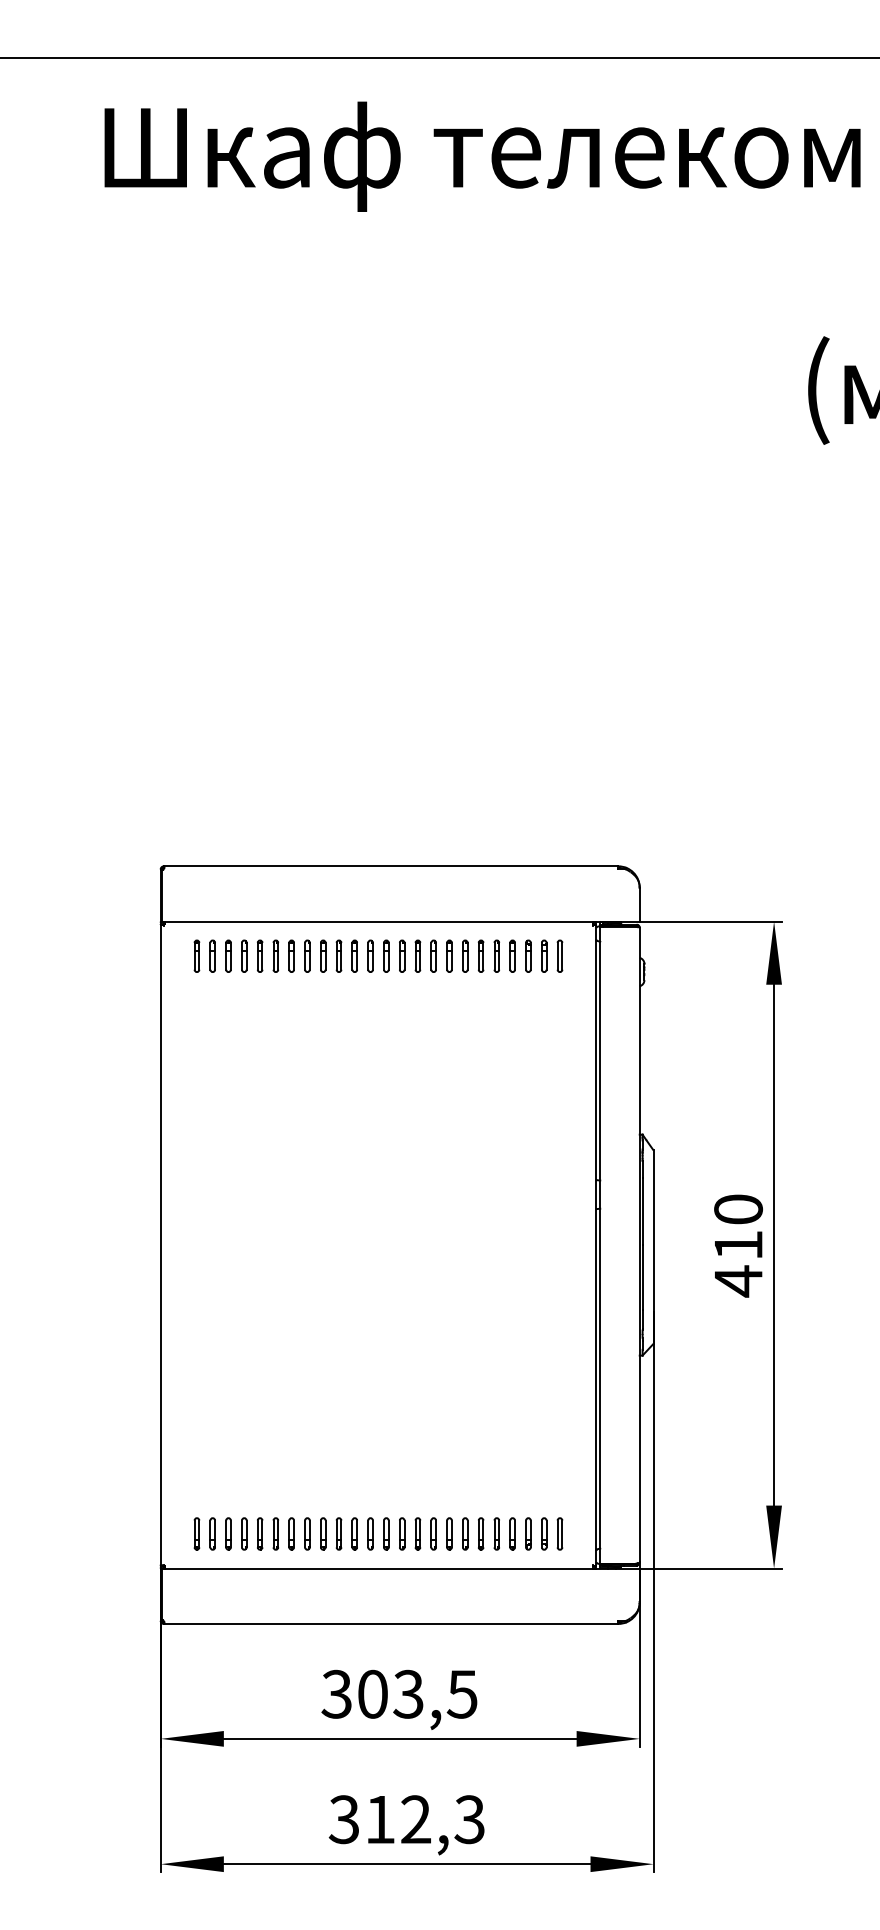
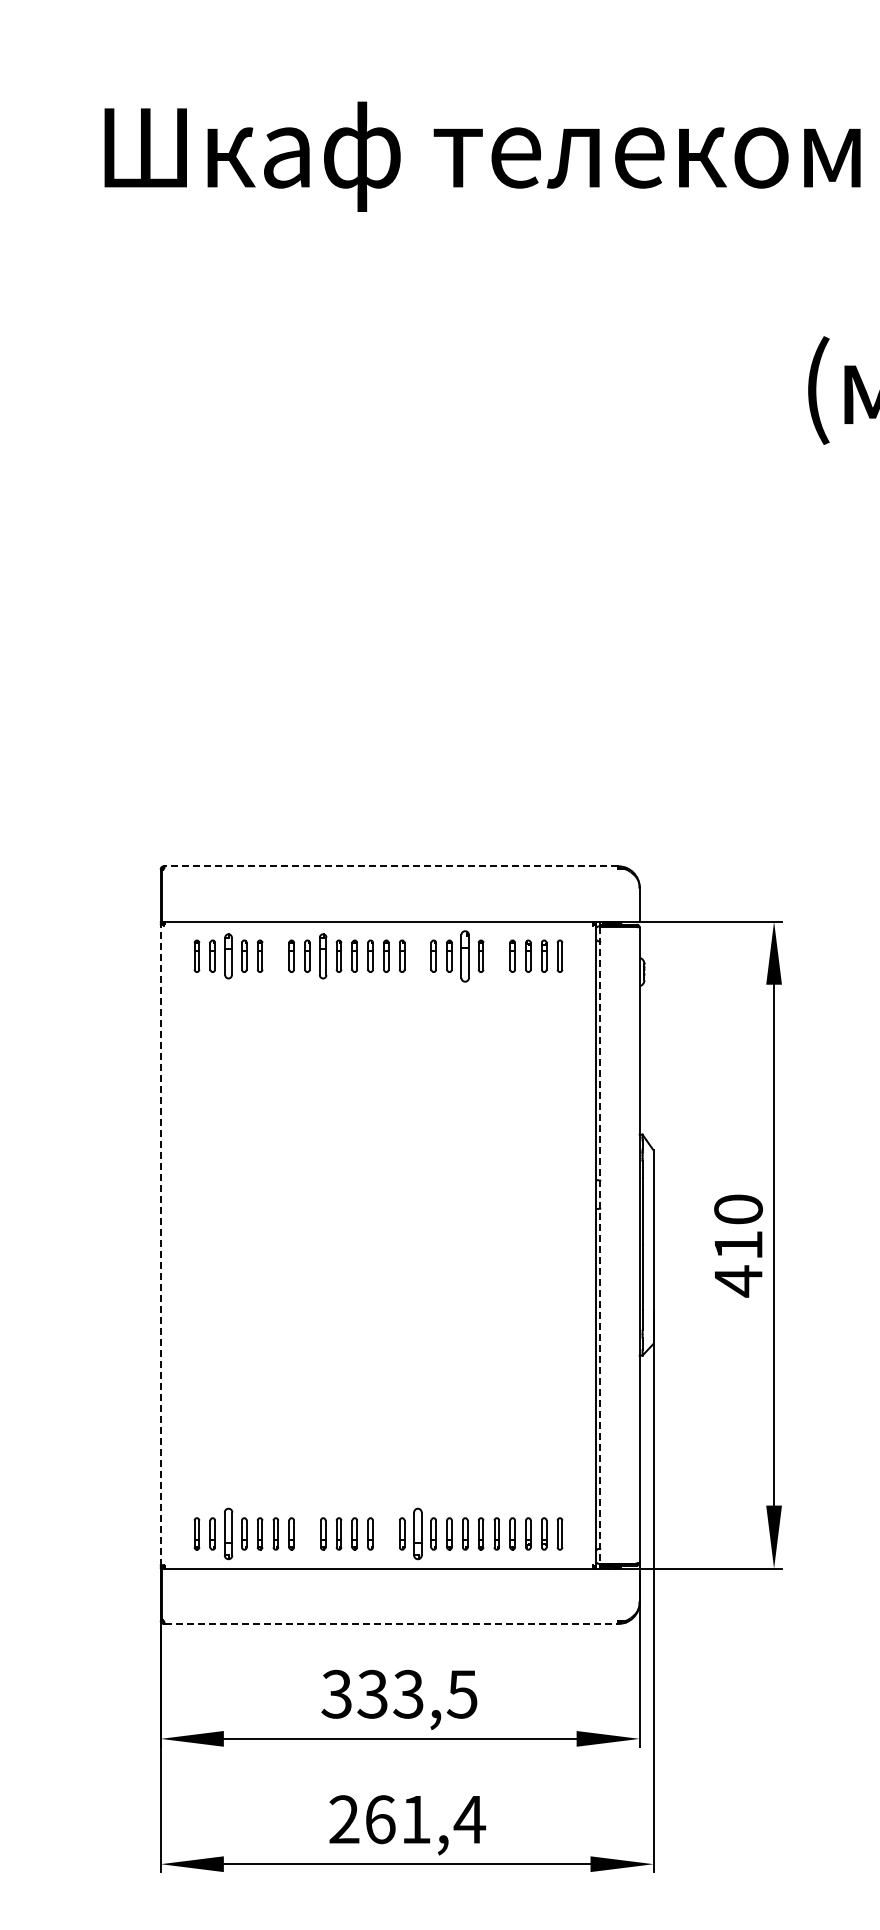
line at (439, 57): present -> none
line at (391, 866): solid -> dashed
part at (228, 955) size: 7x34 px -> 9x47 px
part at (275, 955): present -> none
part at (323, 955) size: 7x34 px -> 9x47 px
part at (417, 955): present -> none
part at (465, 955) size: 7x34 px -> 10x53 px
part at (496, 955): present -> none
line at (160, 1244): solid -> dashed
line at (600, 1245): solid -> dashed
part at (228, 1533) size: 7x34 px -> 10x54 px
part at (307, 1533): present -> none
part at (386, 1533): present -> none
part at (417, 1533) size: 8x34 px -> 10x54 px
line at (391, 1623): solid -> dashed
text at (372, 1694): 303,5 -> 333,5
text at (407, 1819): 312,3 -> 261,4
